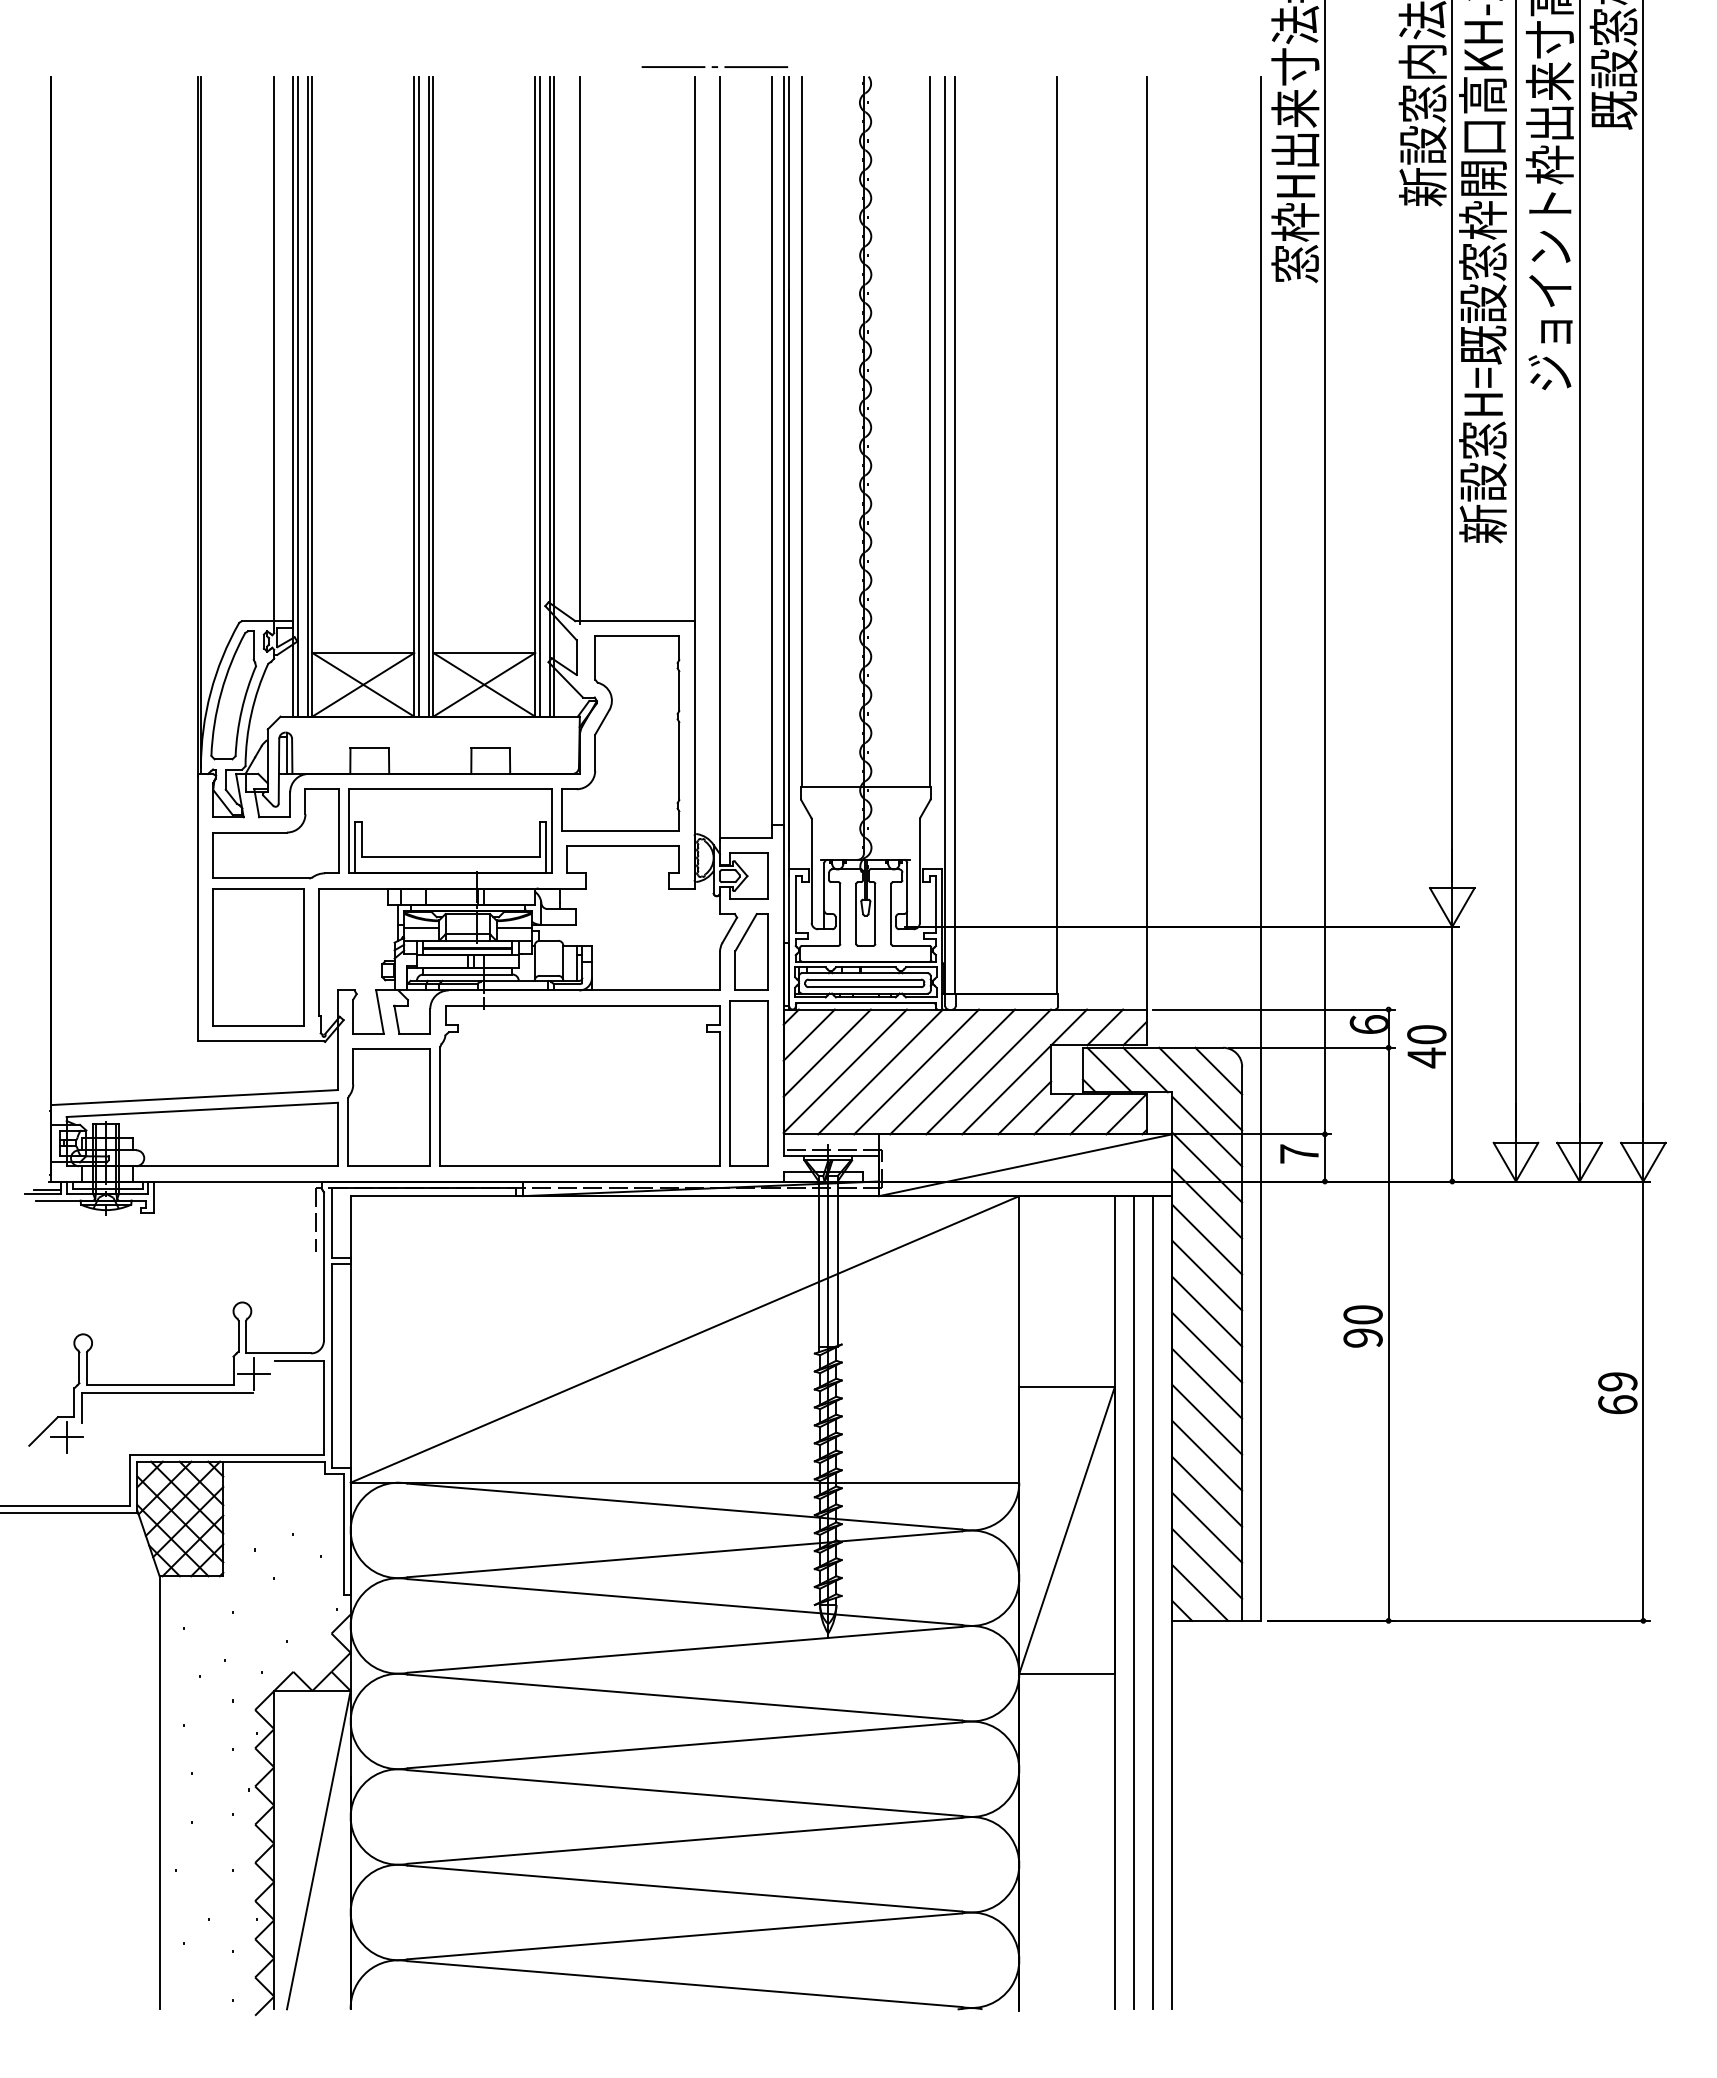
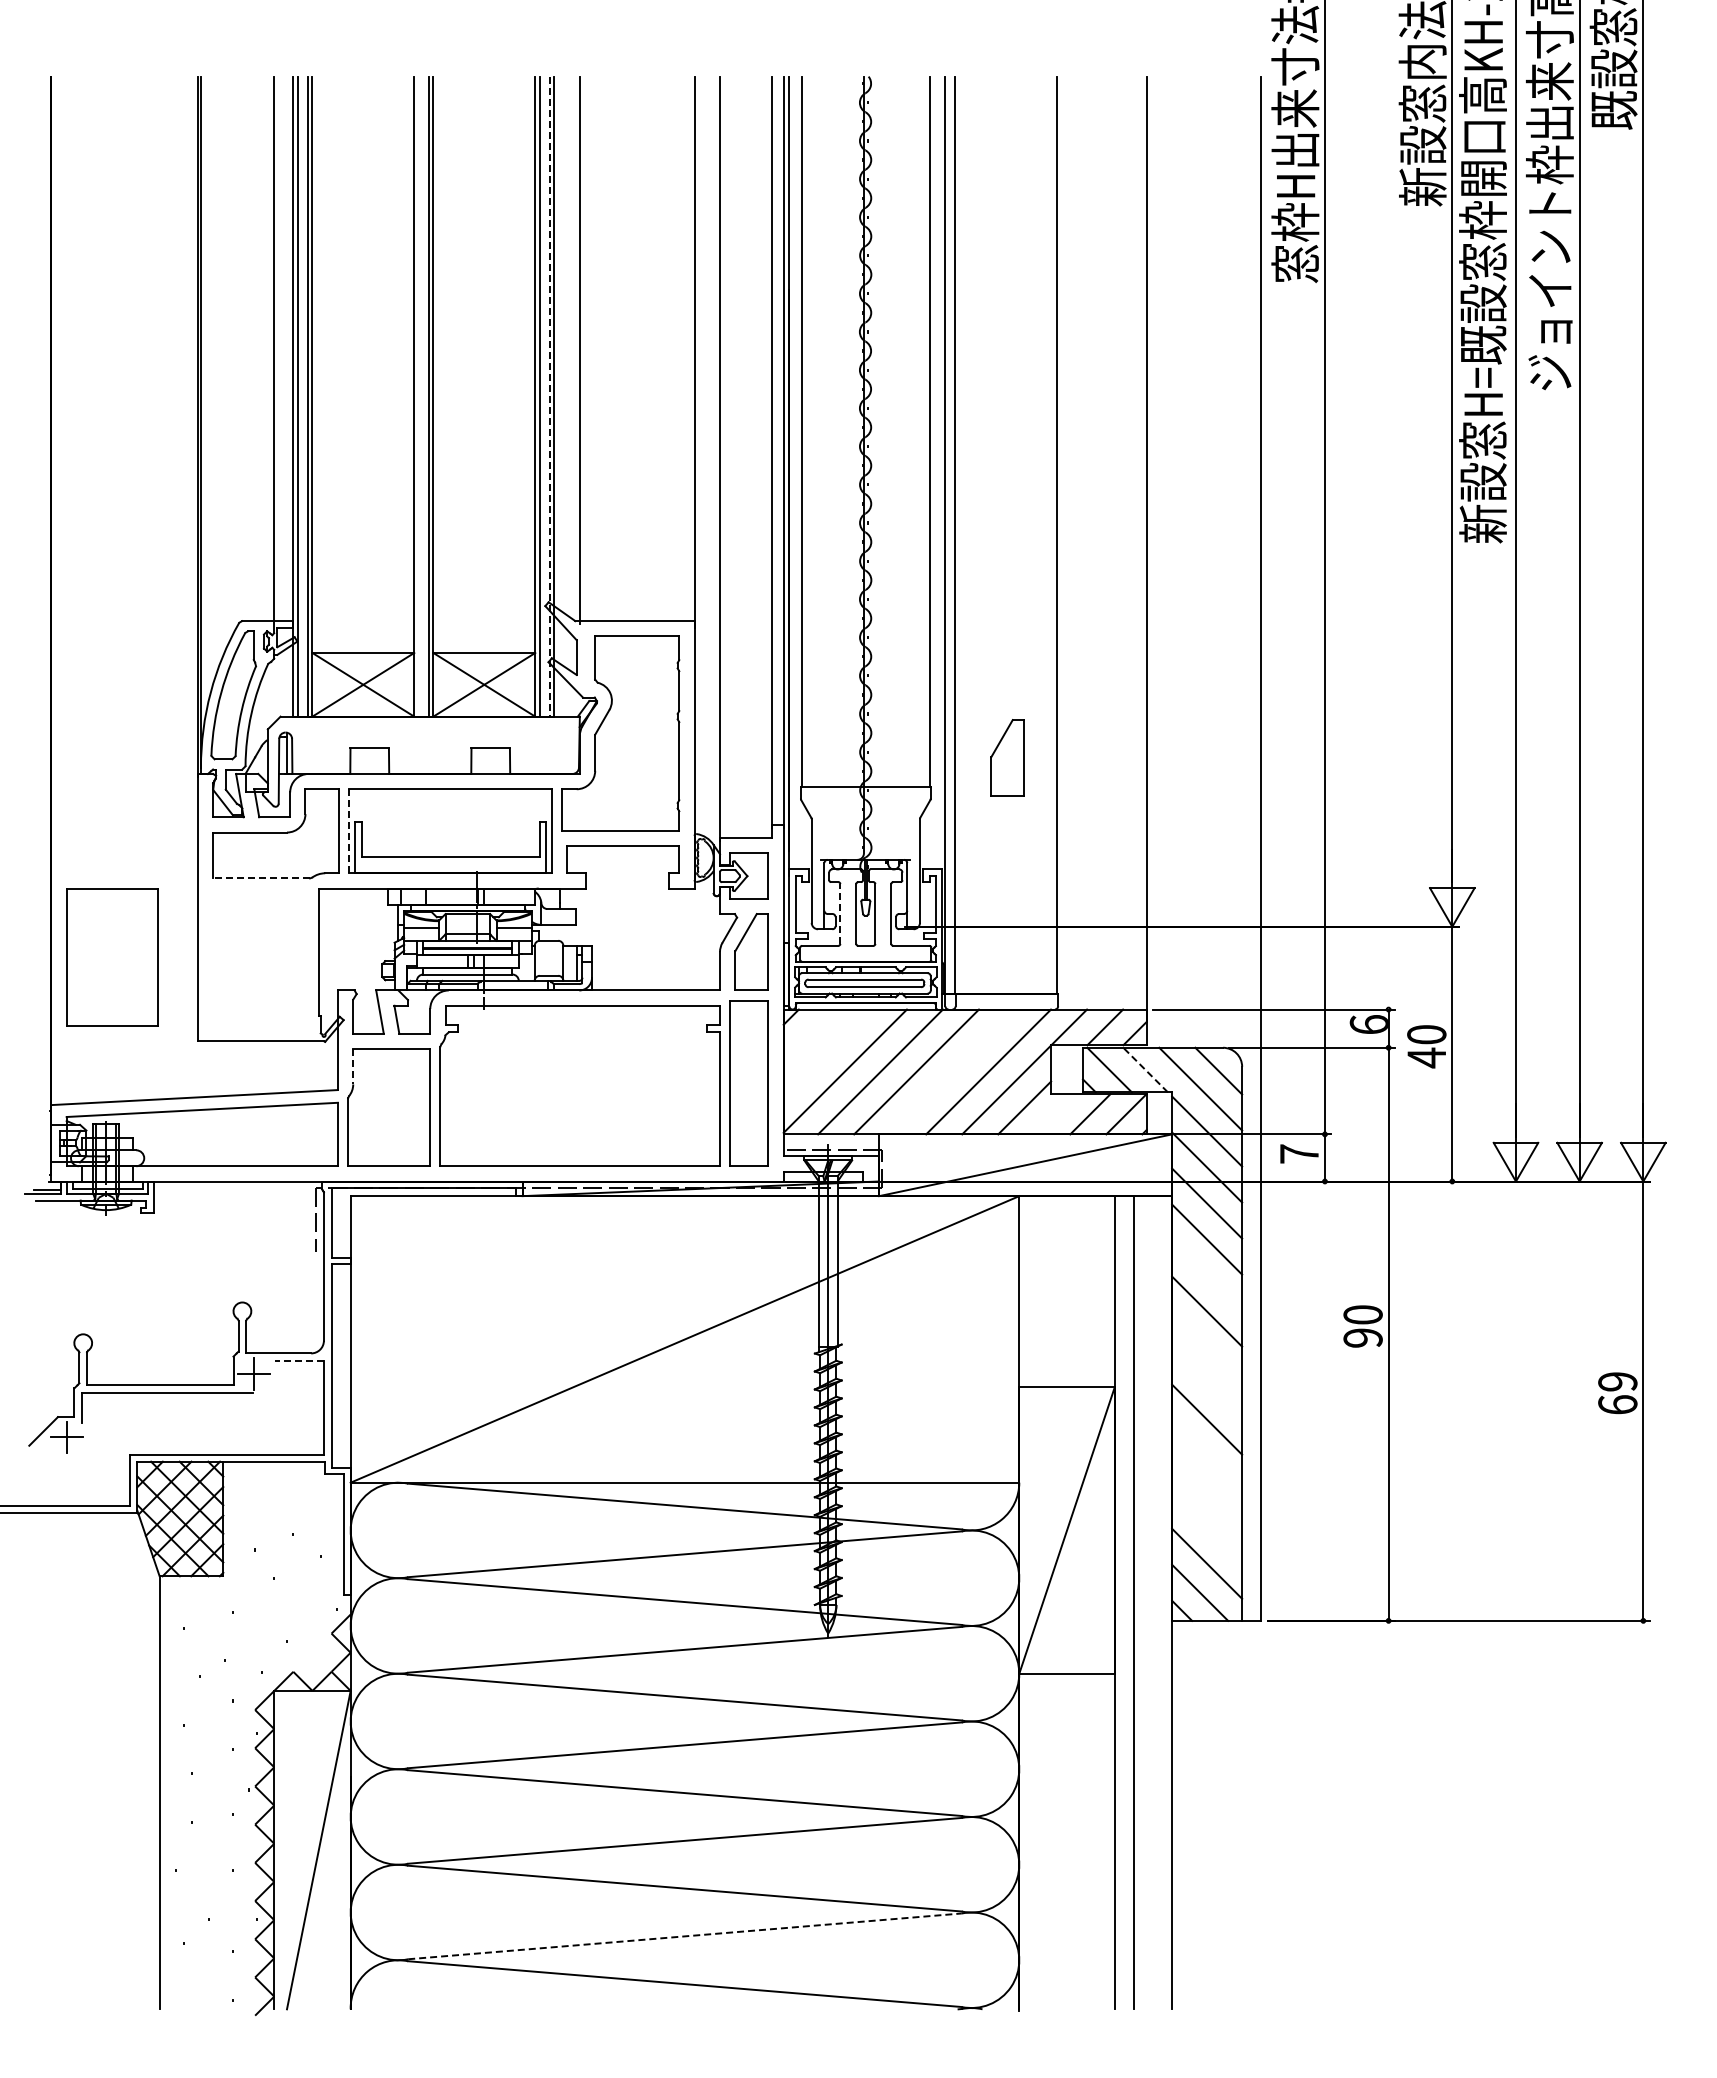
line at (711, 67): present -> none
line at (418, 396): present -> none
line at (549, 396): solid -> dashed
part at (1007, 757): none -> present
line at (348, 831): solid -> dashed
line at (261, 878): solid -> dashed
line at (840, 913): solid -> dashed
part at (258, 957) position: (258, 957) -> (112, 957)
line at (808, 1034): present -> none
line at (826, 1052): present -> none
line at (353, 1066): solid -> dashed
line at (1145, 1070): solid -> dashed
line at (952, 1071): present -> none
line at (1054, 1114): present -> none
line at (1207, 1275): present -> none
line at (1207, 1347): present -> none
line at (299, 1361): solid -> dashed
line at (1207, 1383): present -> none
line at (1207, 1455): present -> none
line at (1207, 1491): present -> none
line at (1207, 1527): present -> none
line at (1153, 1602): present -> none
line at (684, 1936): solid -> dashed
